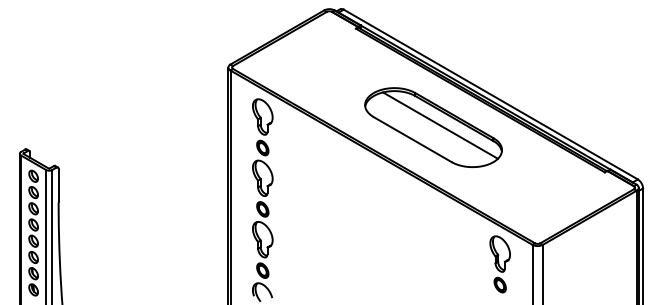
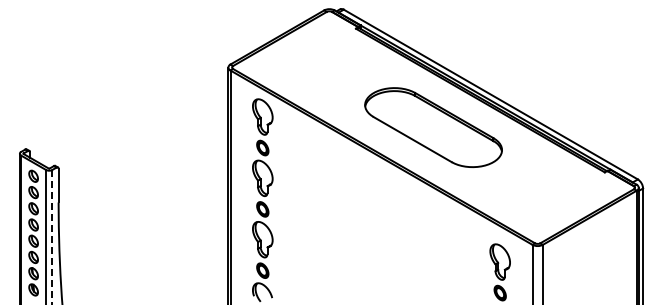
line at (440, 125): present -> none
line at (52, 237): solid -> dashed
part at (499, 264) position: (499, 264) -> (499, 272)
